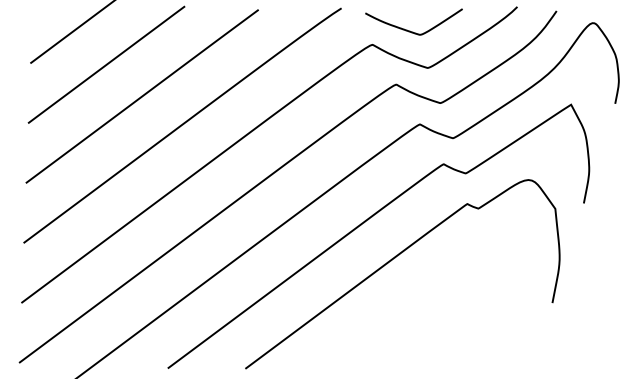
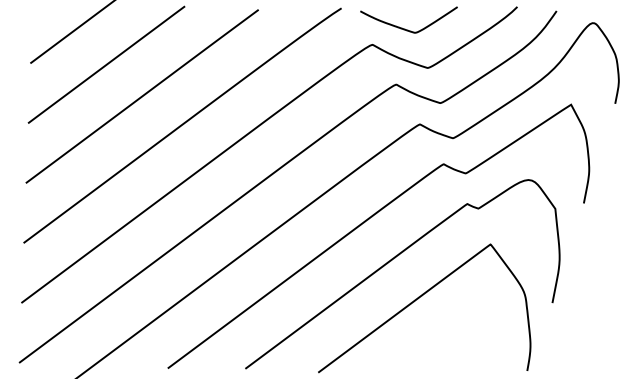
curve at (410, 30) position: (410, 30) -> (405, 28)
curve at (418, 299): none -> present
